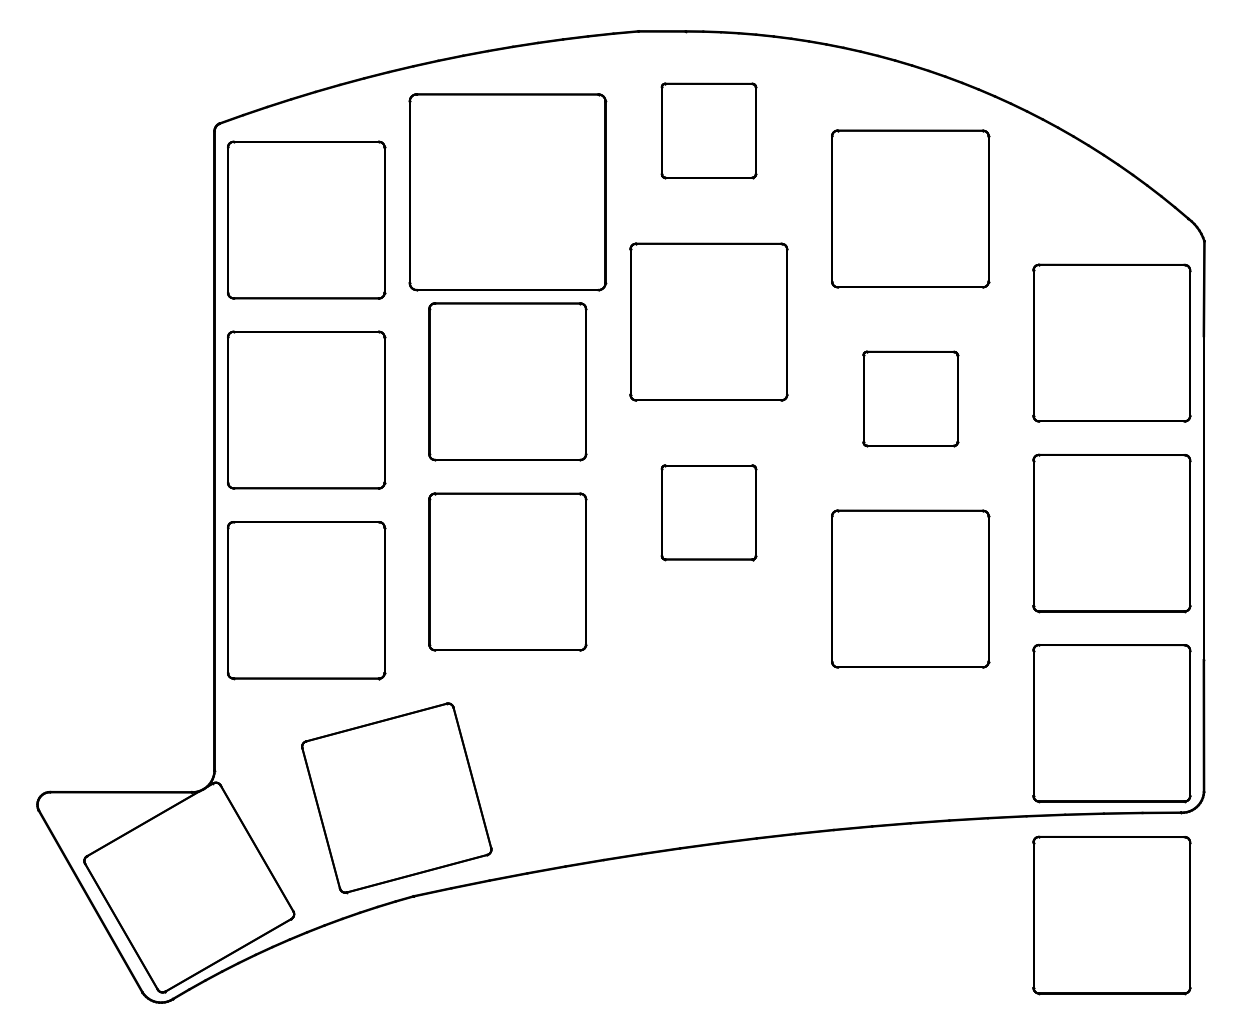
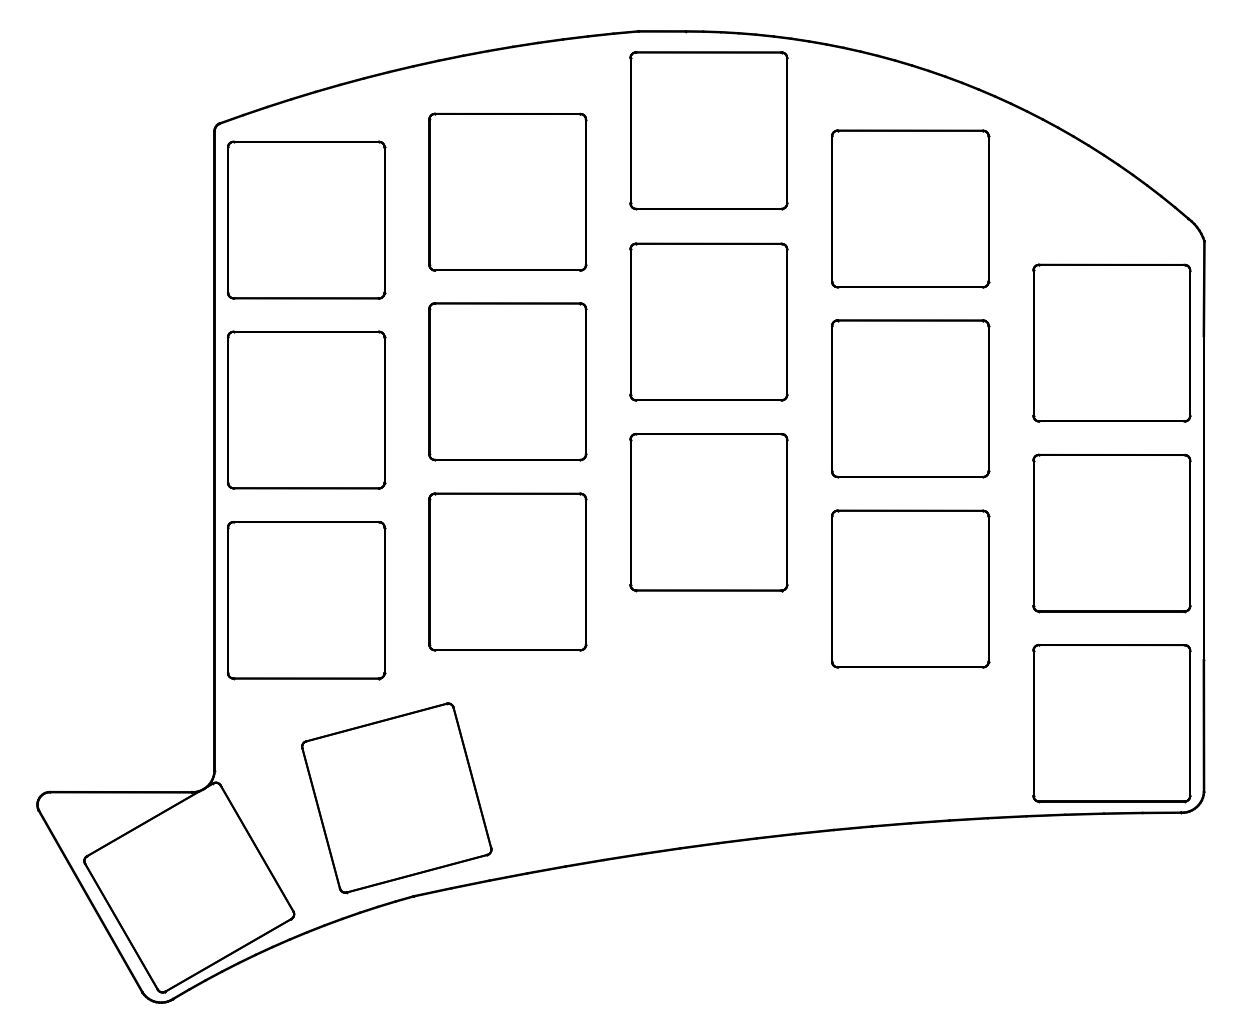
part at (708, 130) size: 98x98 px -> 160x160 px
part at (507, 192) size: 200x199 px -> 160x160 px
part at (910, 398) size: 98x98 px -> 160x160 px
part at (708, 512) size: 98x98 px -> 160x160 px
part at (1111, 915): present -> none
